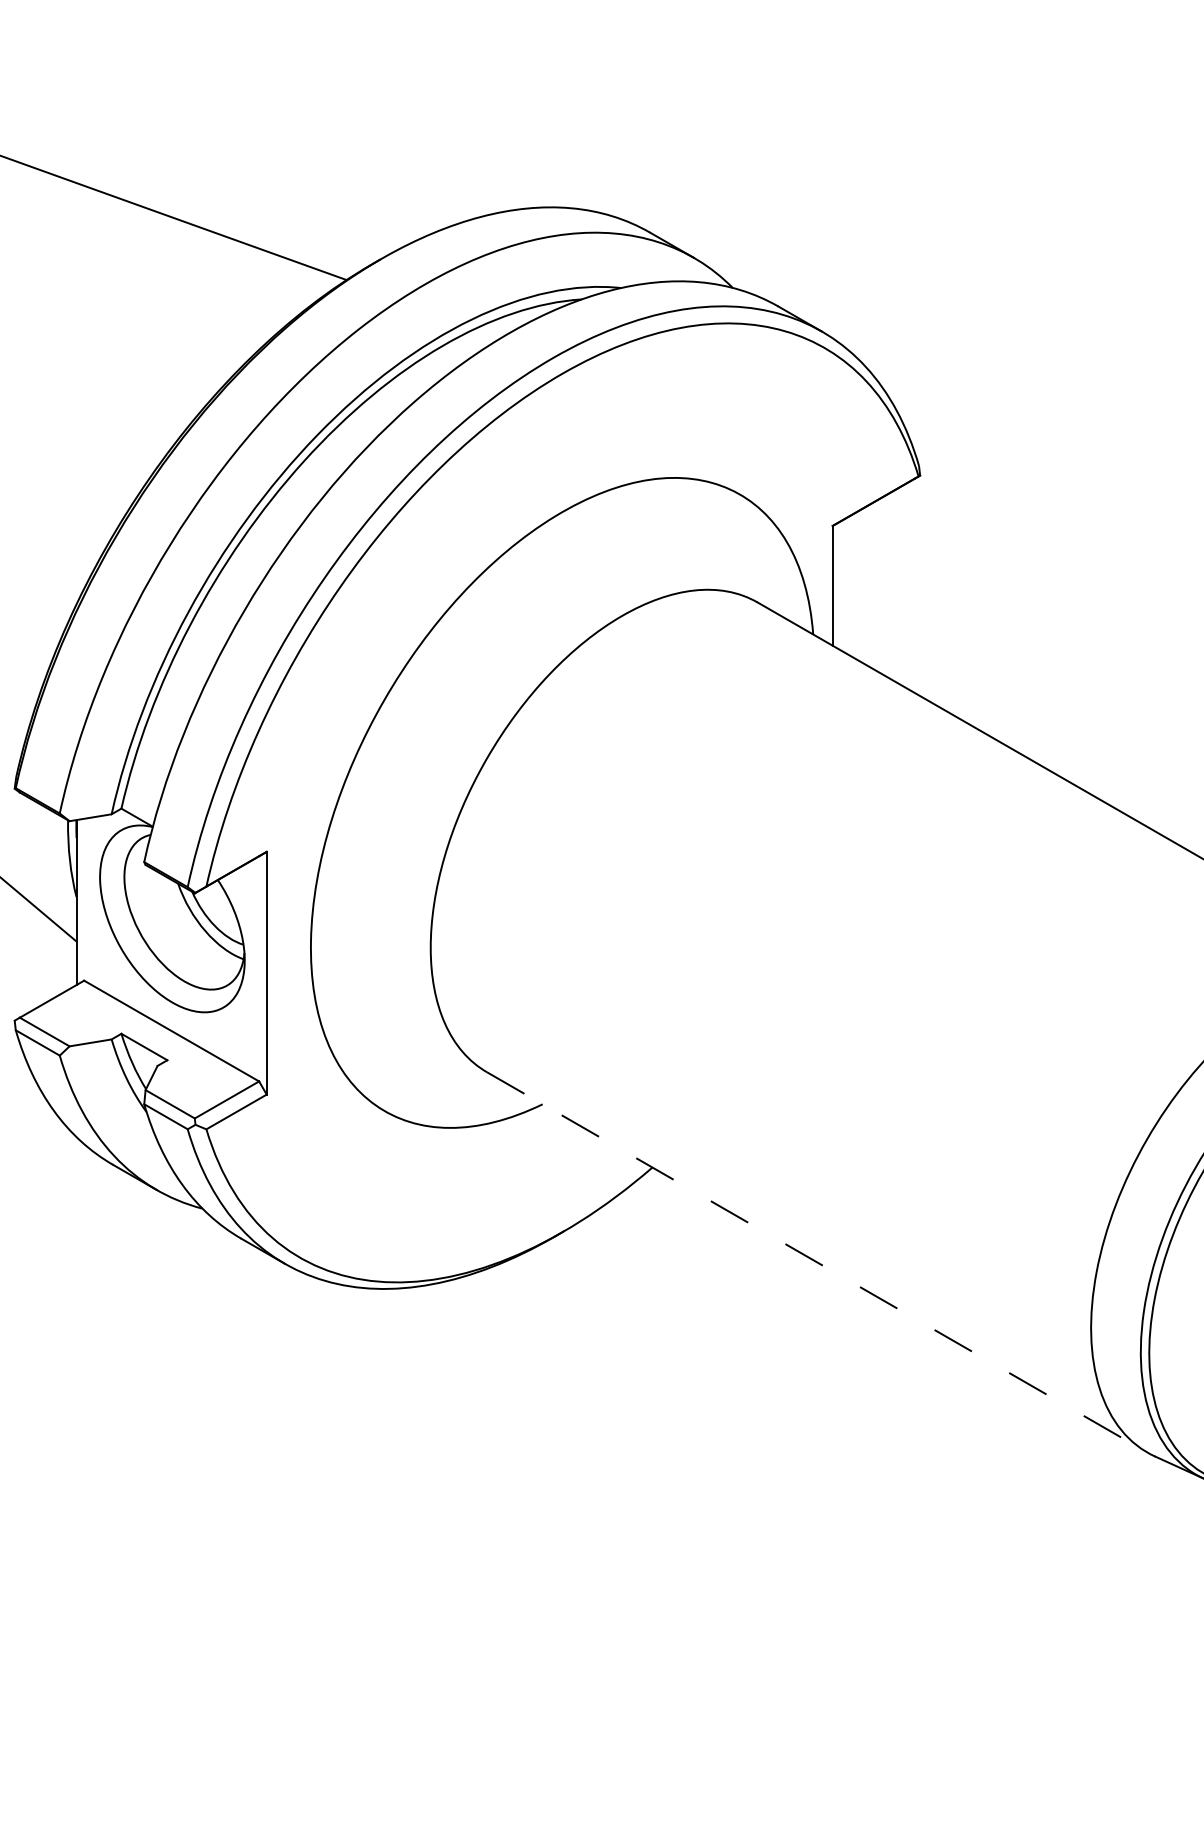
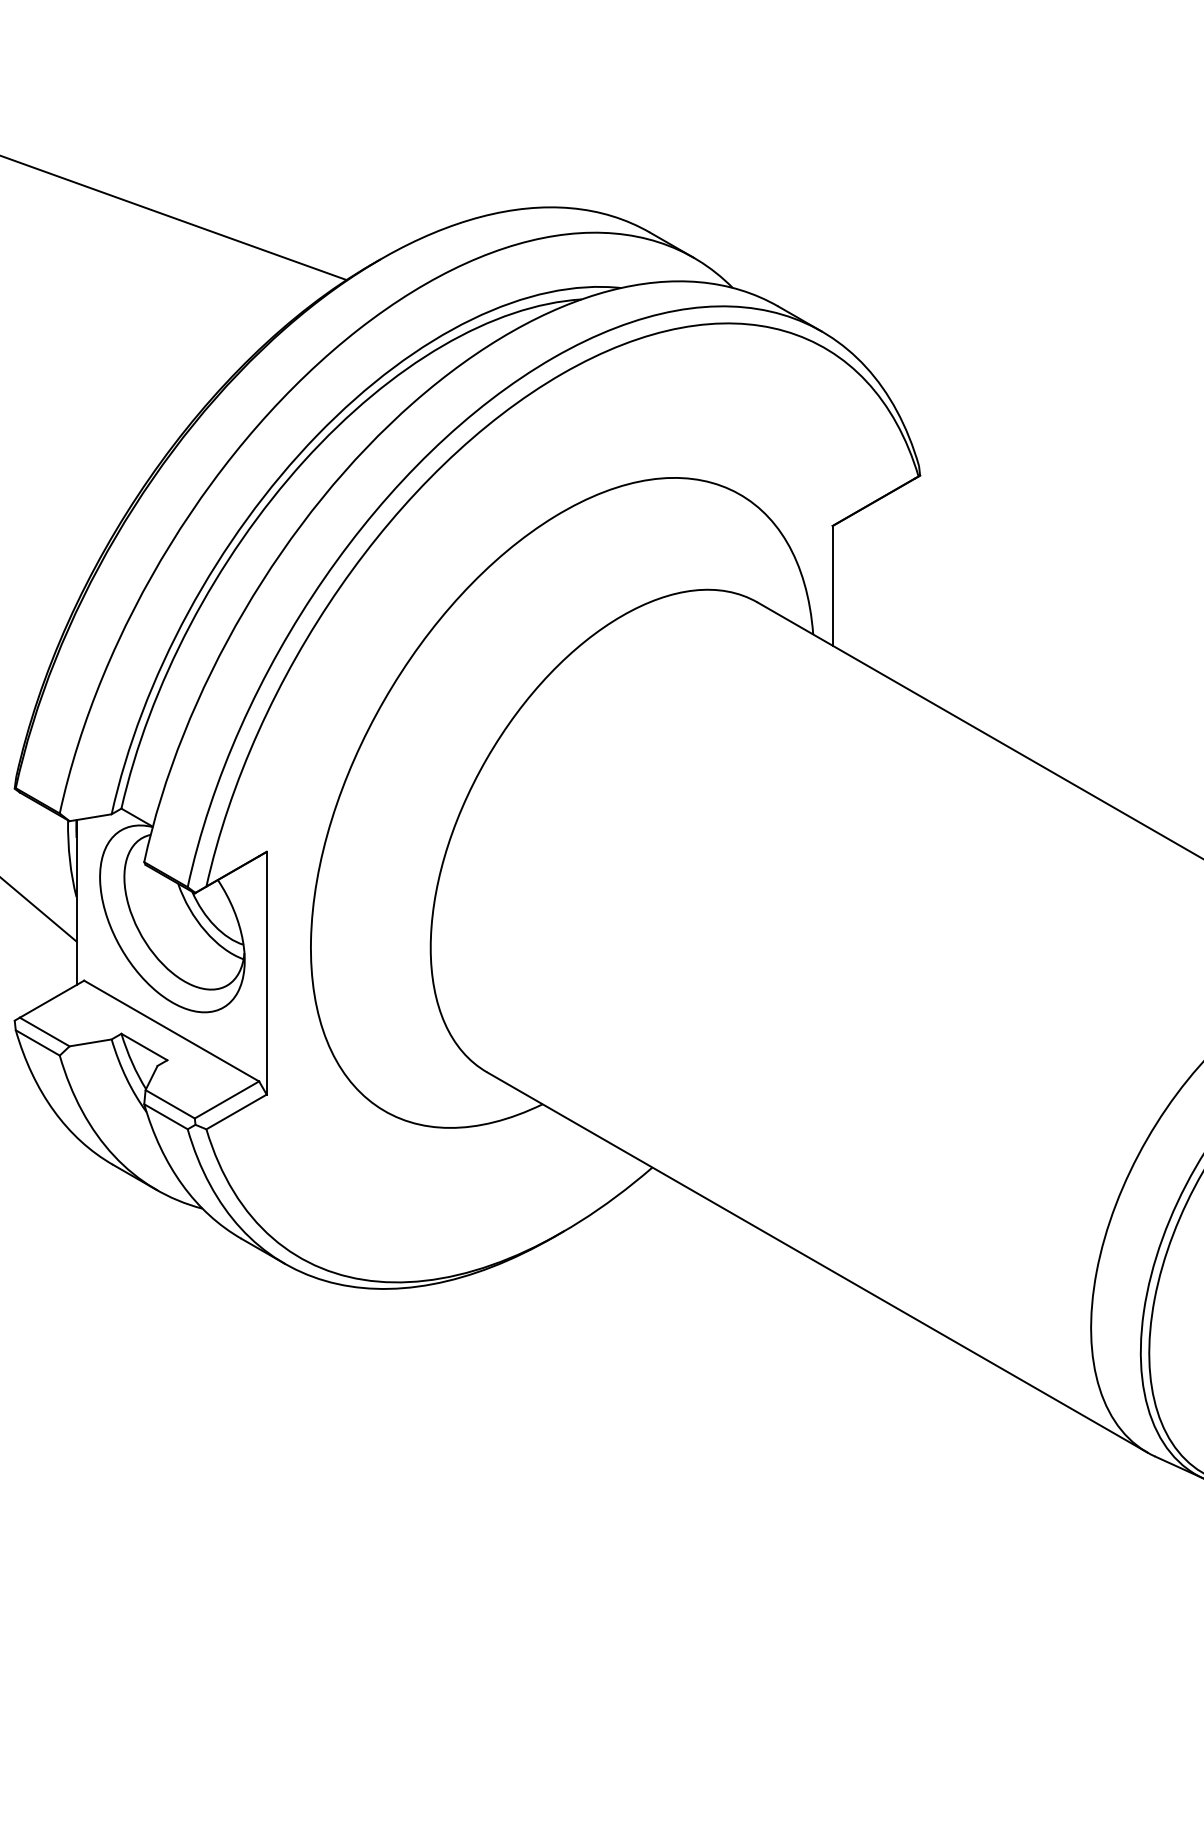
line at (817, 1262): dashed -> solid
